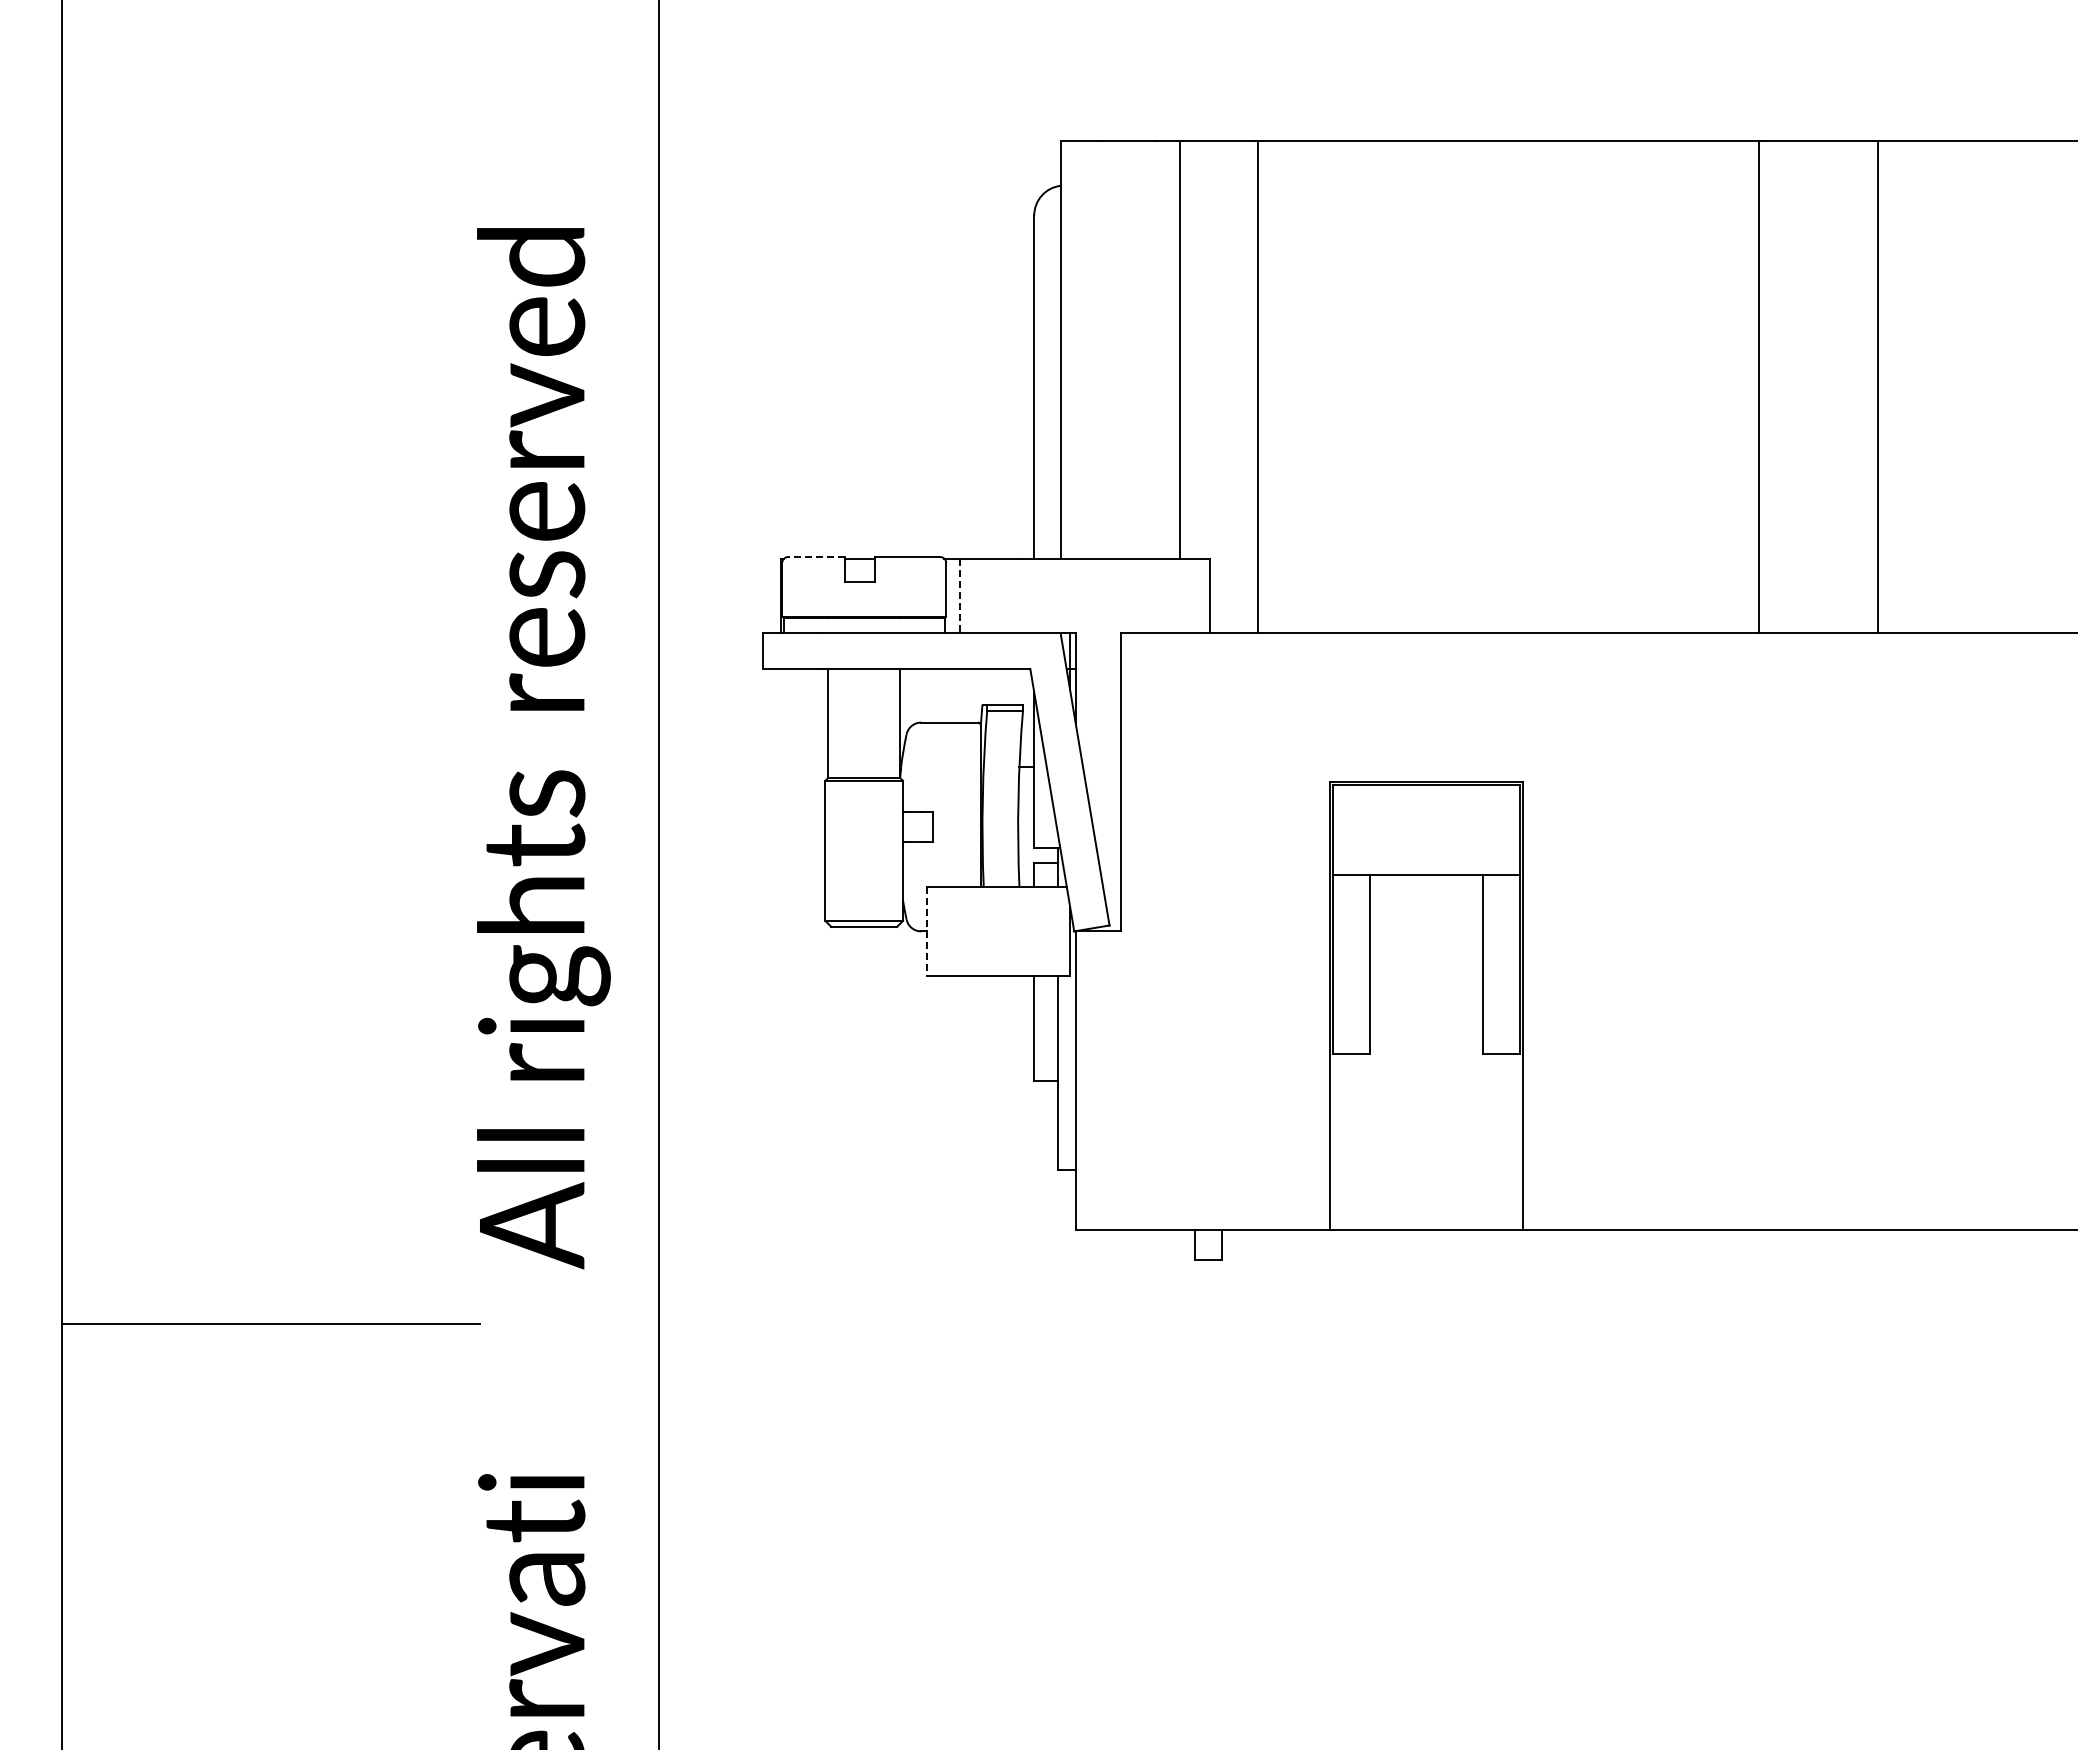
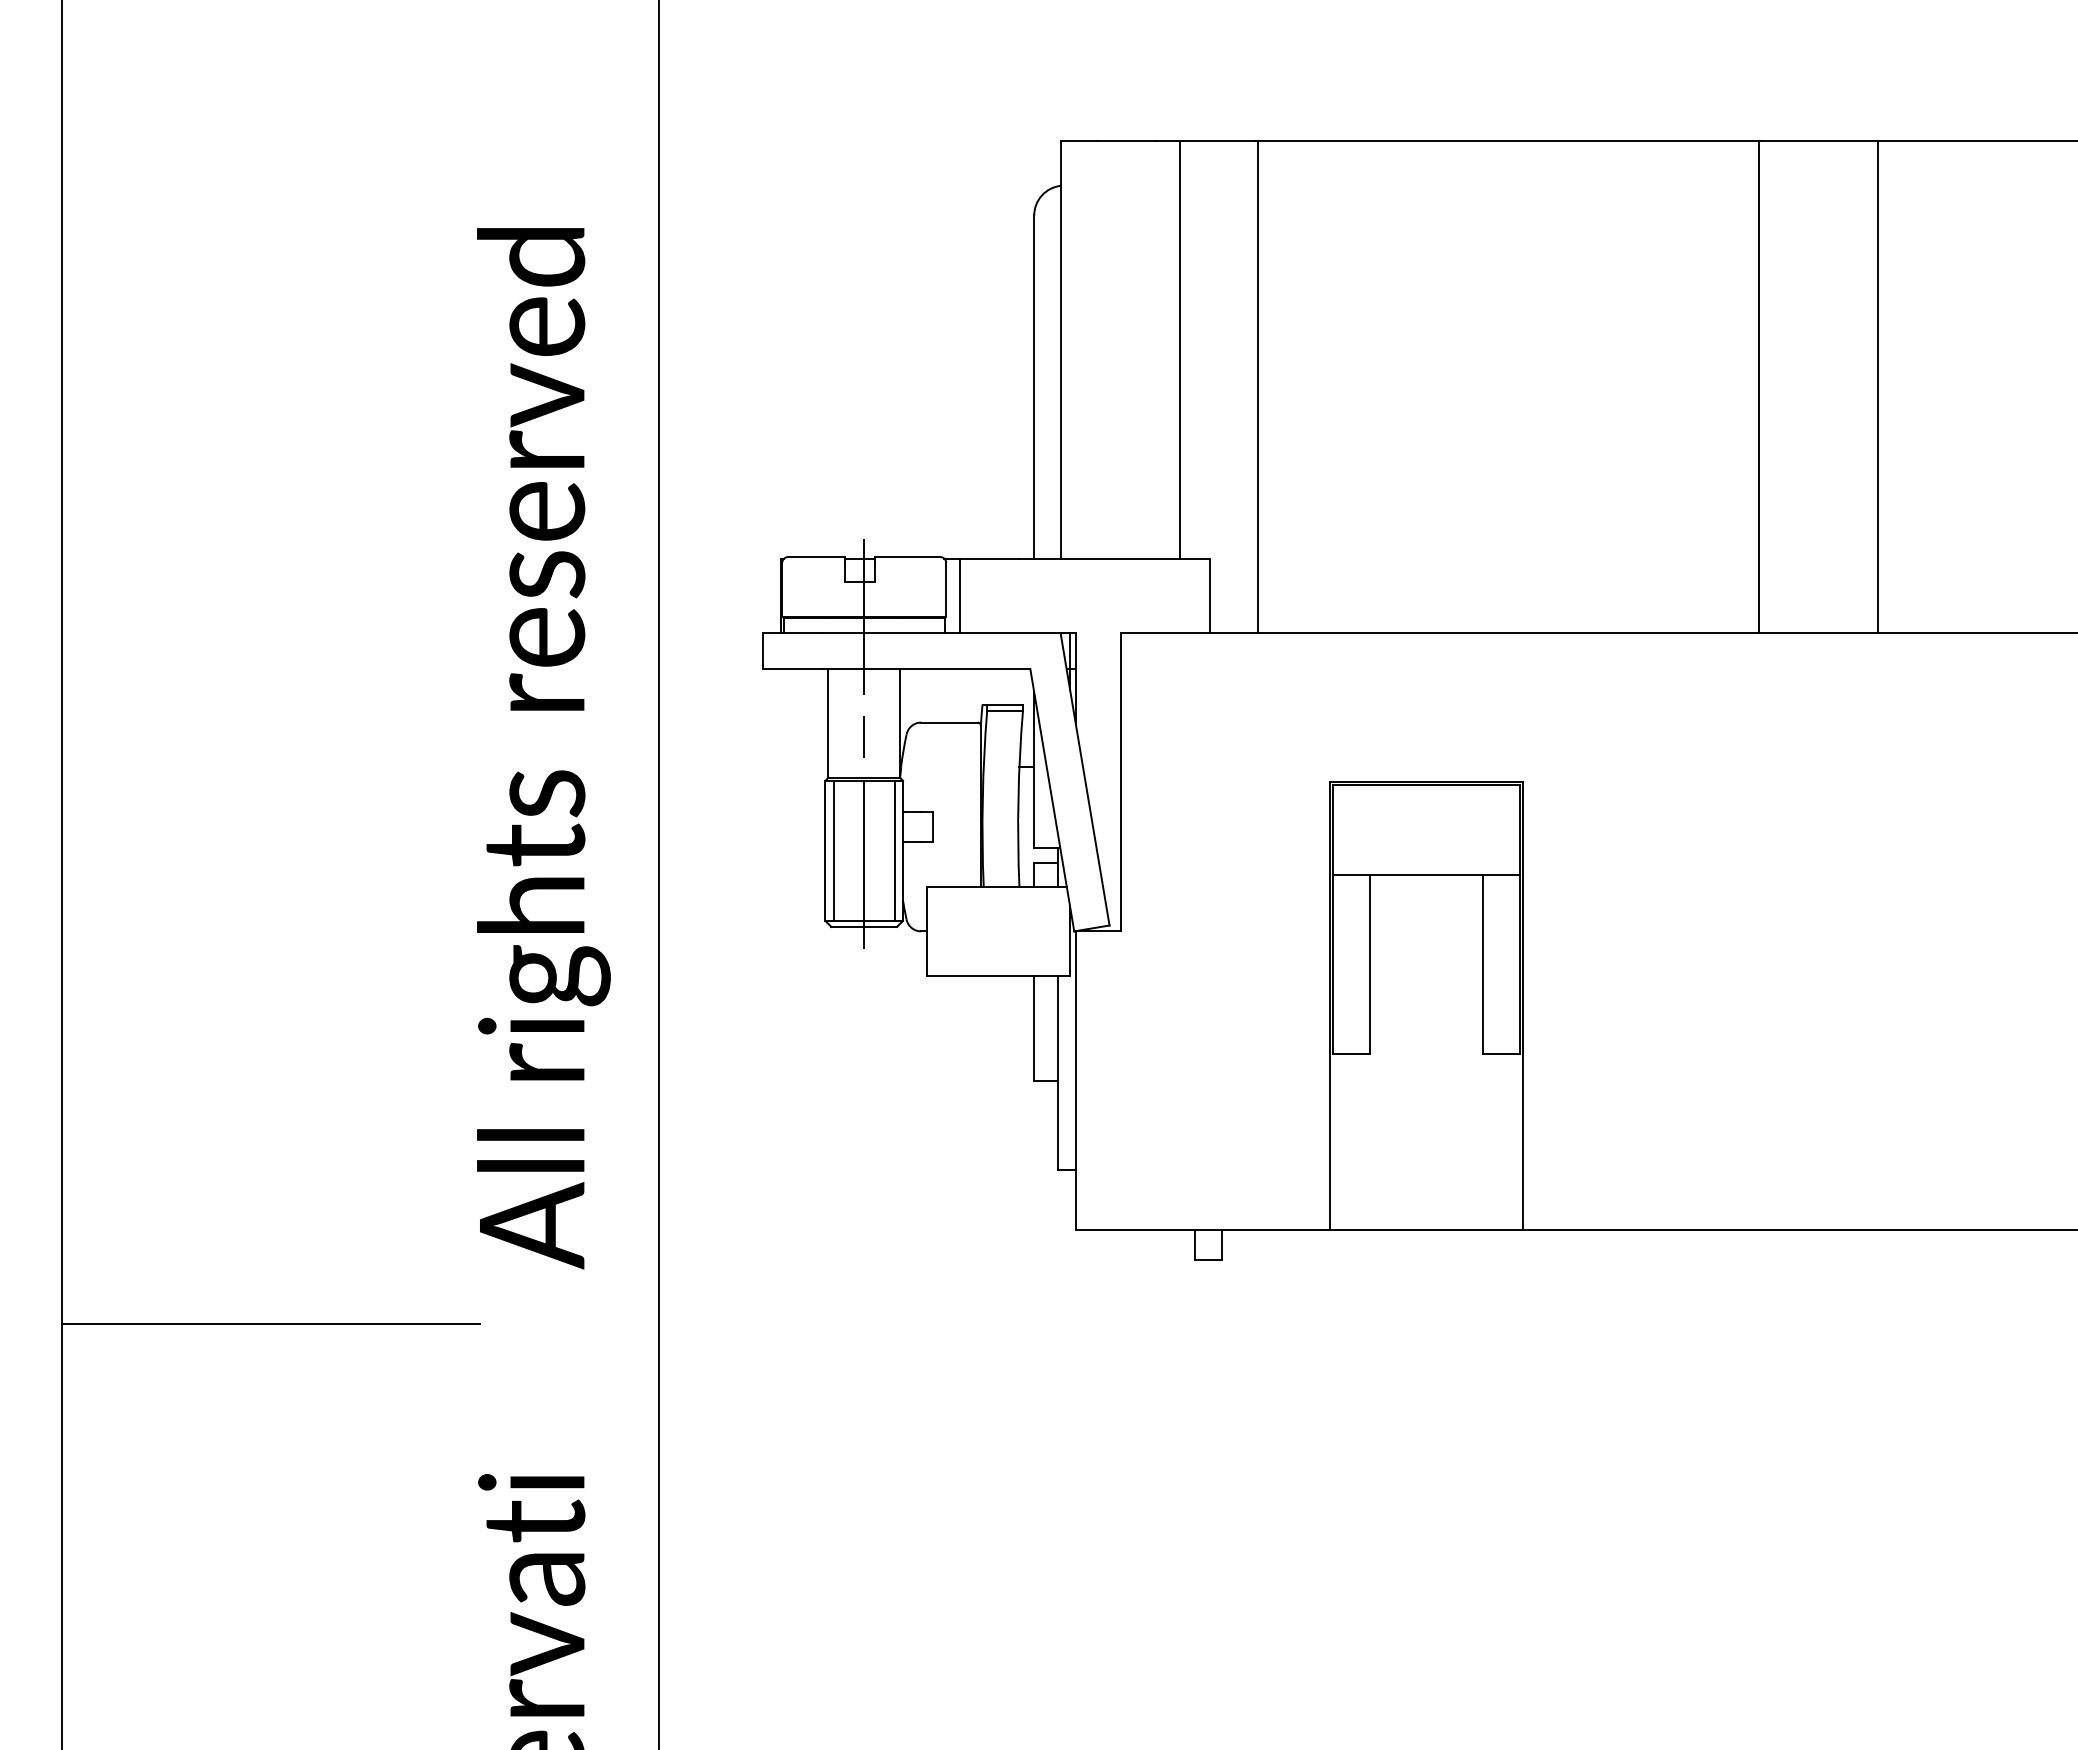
line at (815, 557): dashed -> solid
line at (959, 596): dashed -> solid
line at (864, 743): none -> present
line at (833, 850): none -> present
line at (894, 850): none -> present
line at (926, 931): dashed -> solid
